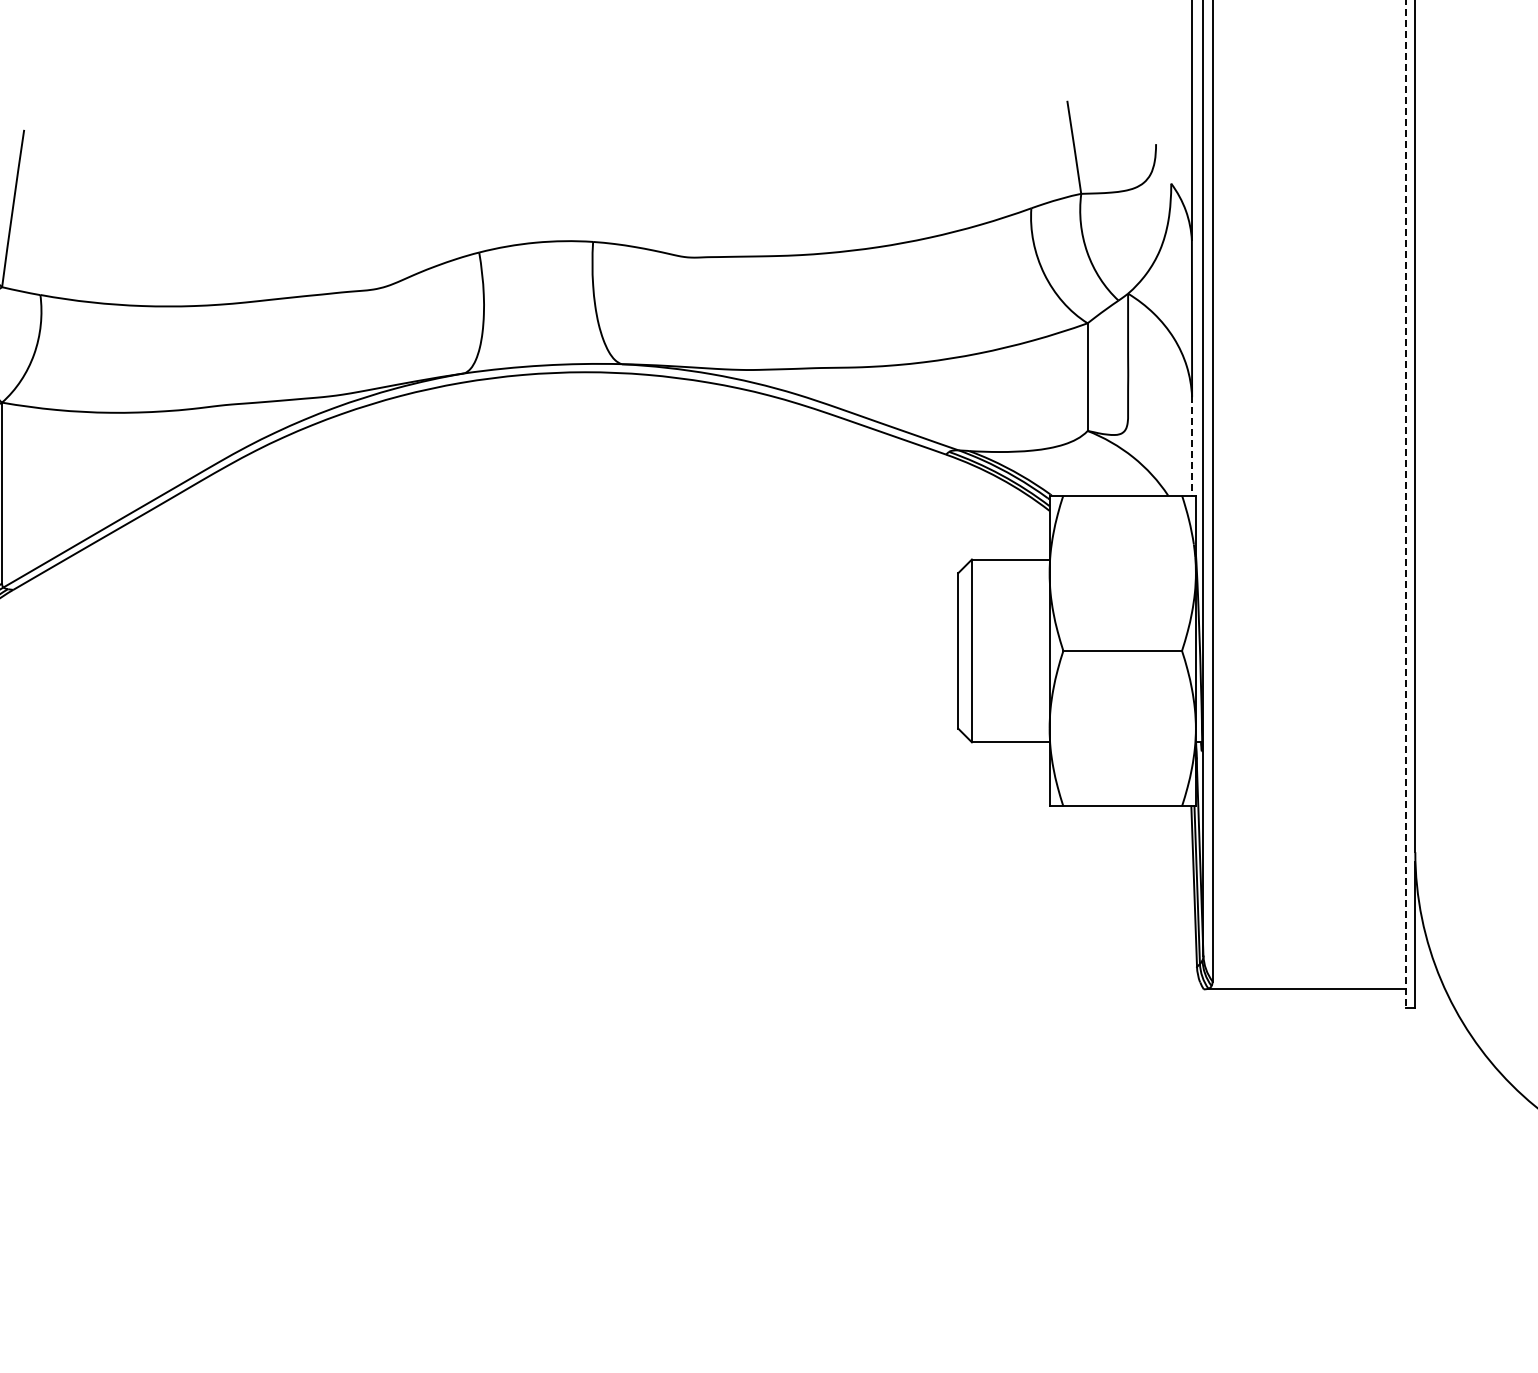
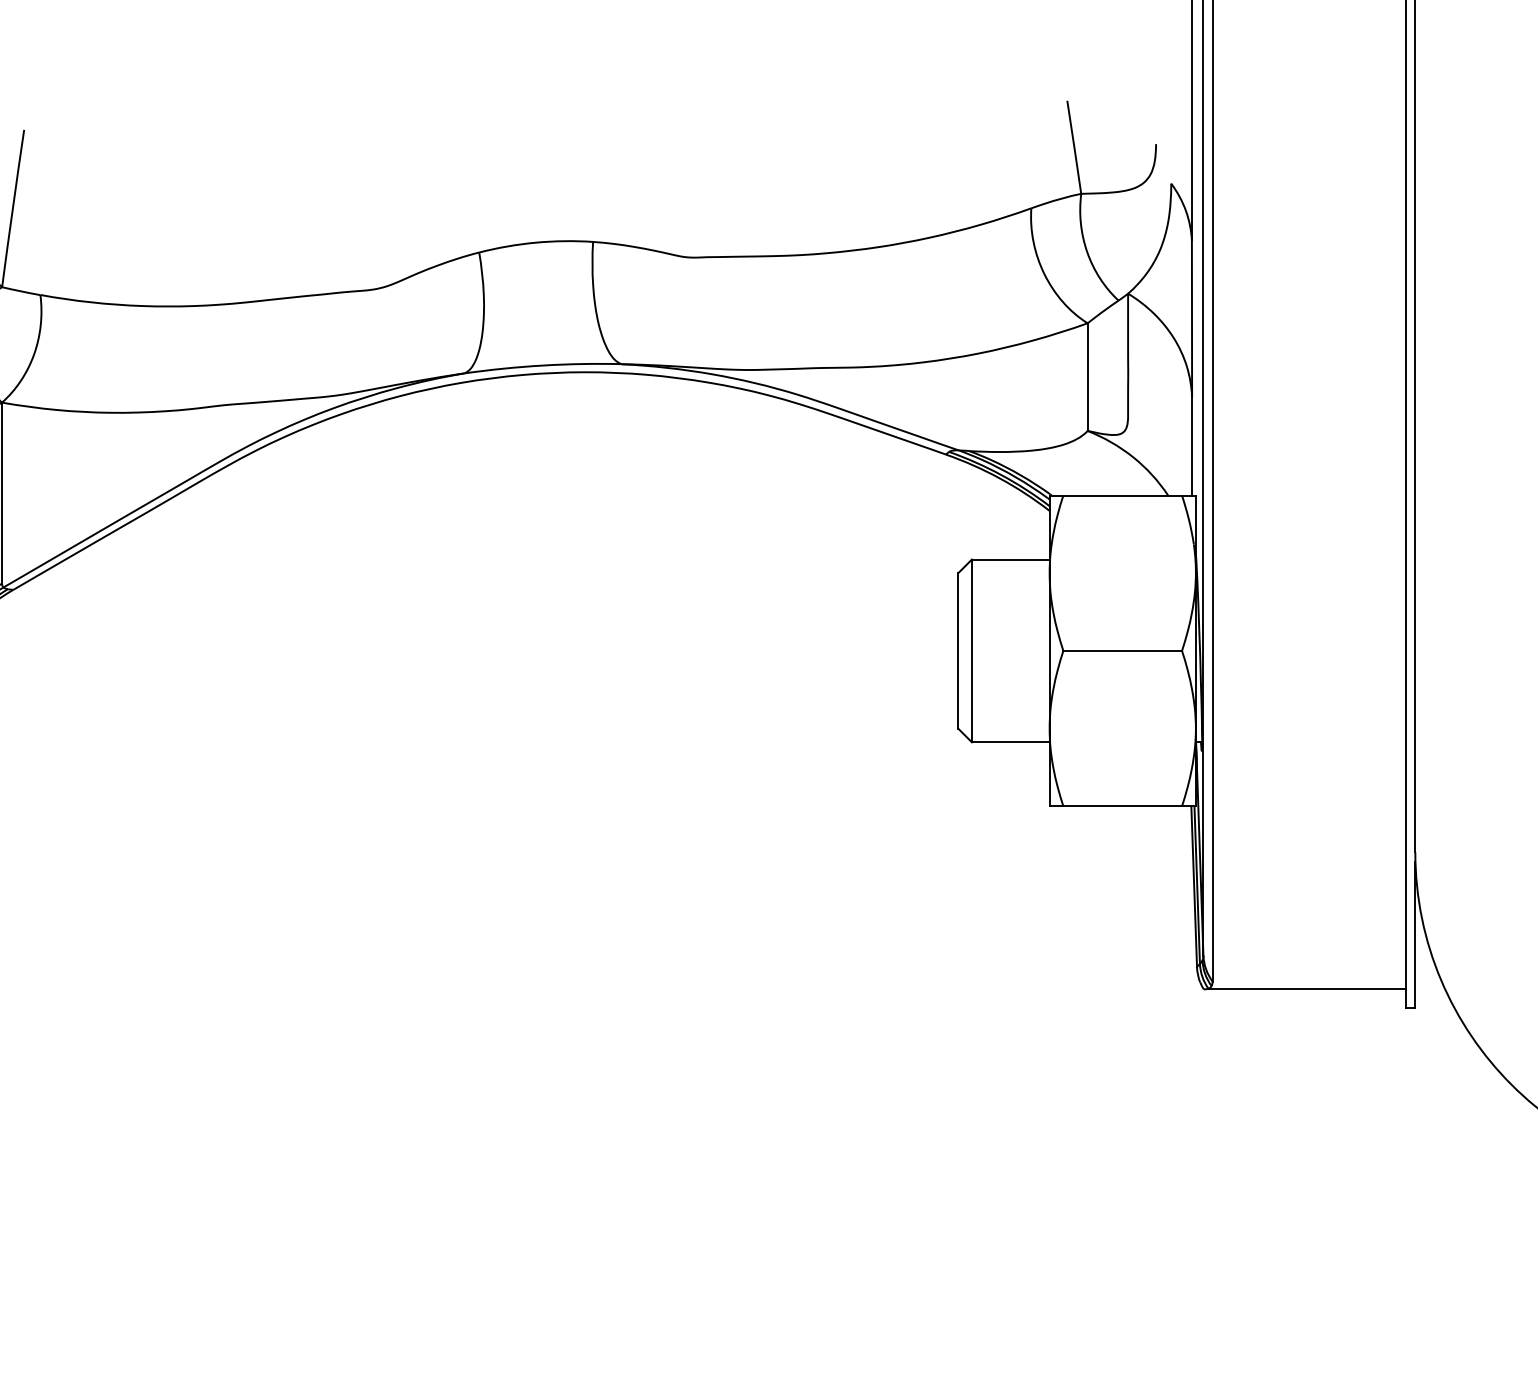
line at (1192, 445): dashed -> solid
line at (1406, 504): dashed -> solid
